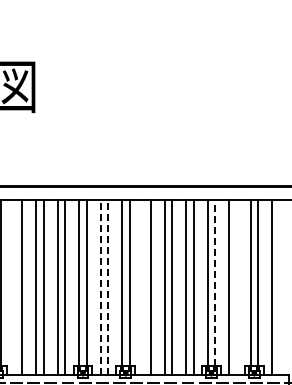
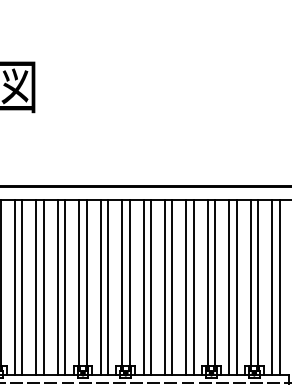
line at (215, 282): dashed -> solid
line at (14, 287): none -> present
line at (100, 287): dashed -> solid
line at (108, 287): dashed -> solid
line at (143, 287): none -> present
line at (236, 287): none -> present
line at (279, 287): none -> present
